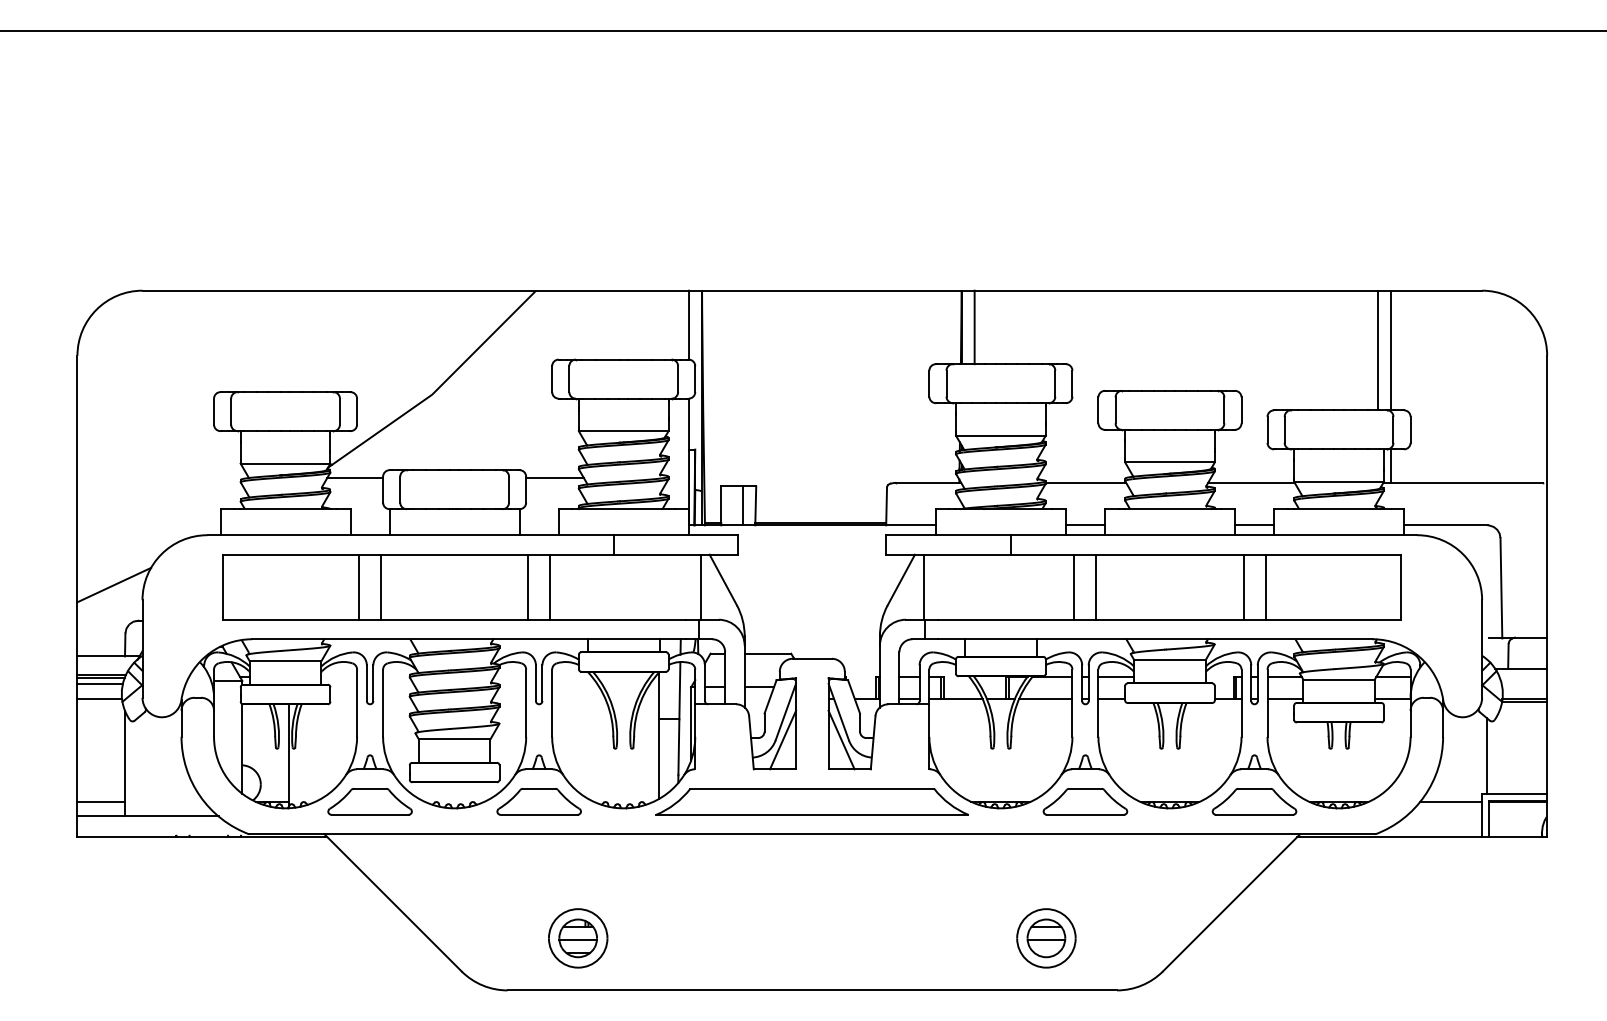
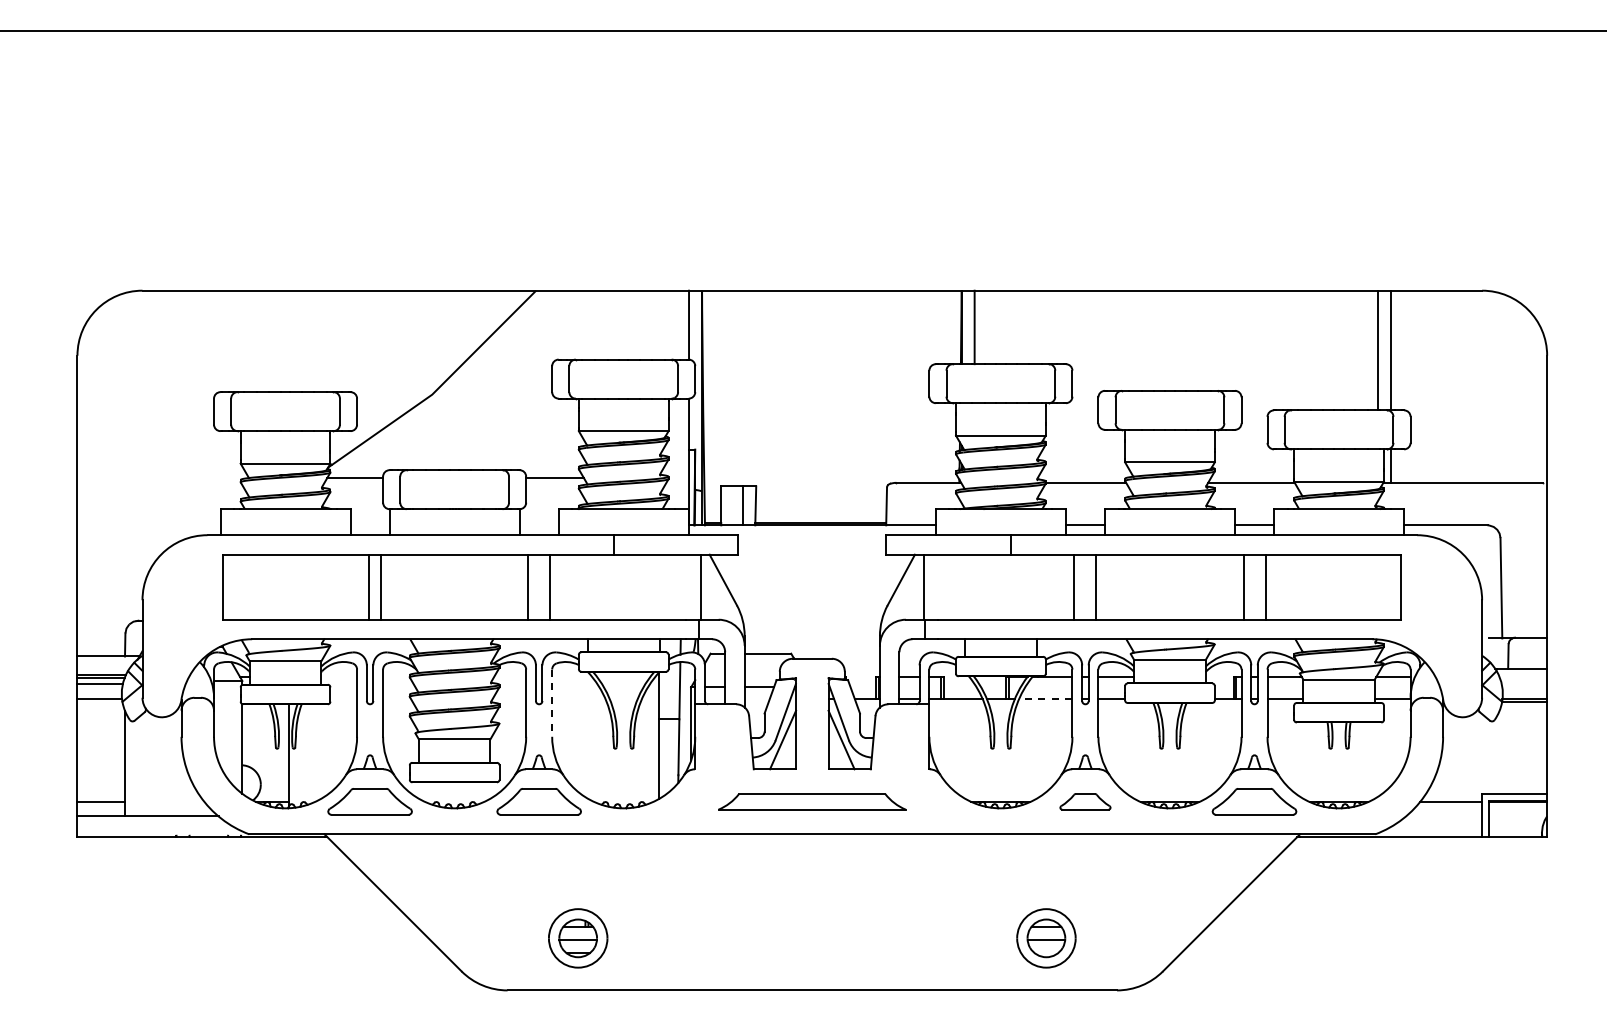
line at (114, 584): present -> none
line at (359, 586) position: (359, 586) -> (369, 586)
line at (1045, 698): solid -> dashed
line at (552, 703): solid -> dashed
line at (1486, 755): present -> none
part at (811, 801) size: 314x28 px -> 189x18 px
part at (1085, 801) size: 87x28 px -> 53x18 px
